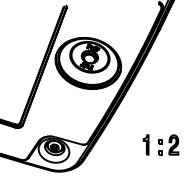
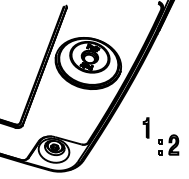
part at (145, 144) position: (145, 144) -> (145, 127)
